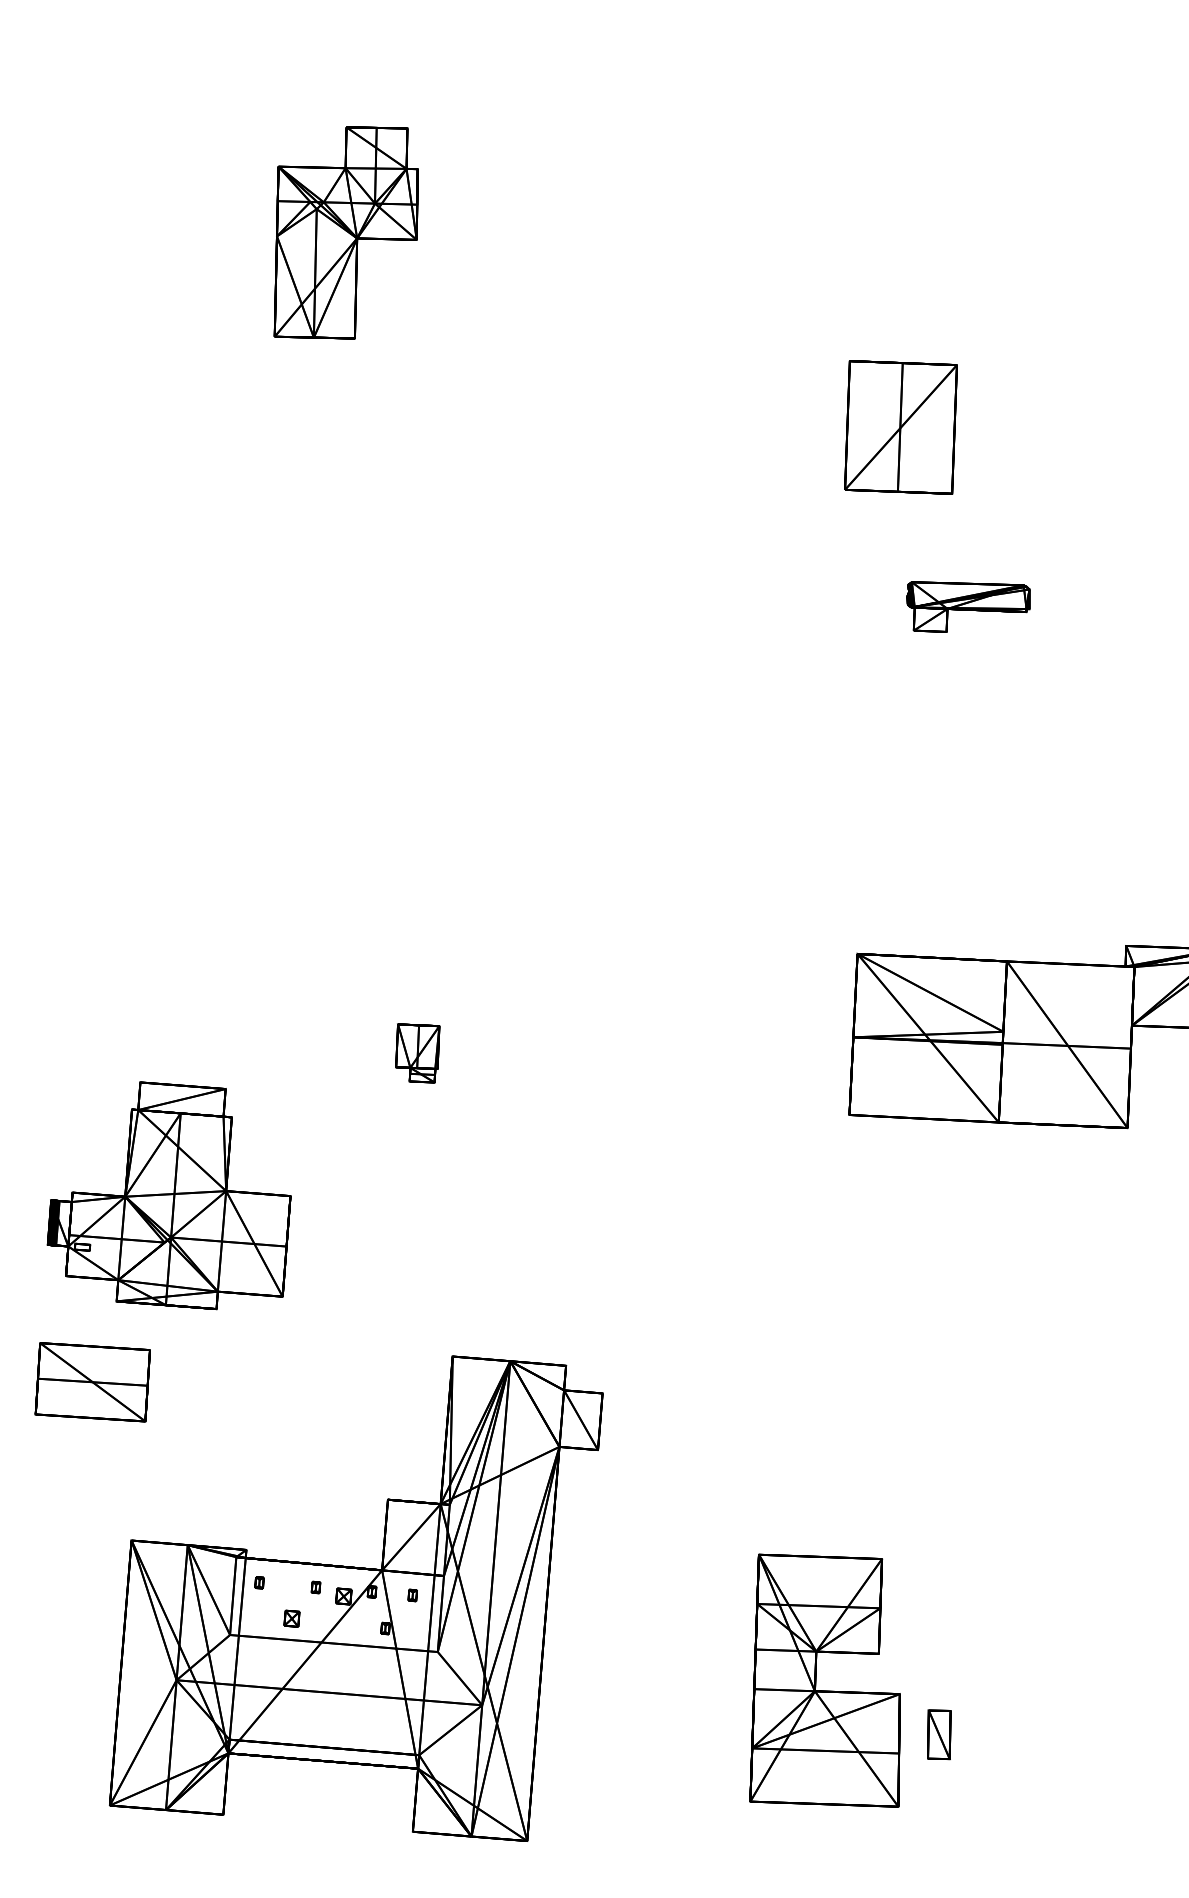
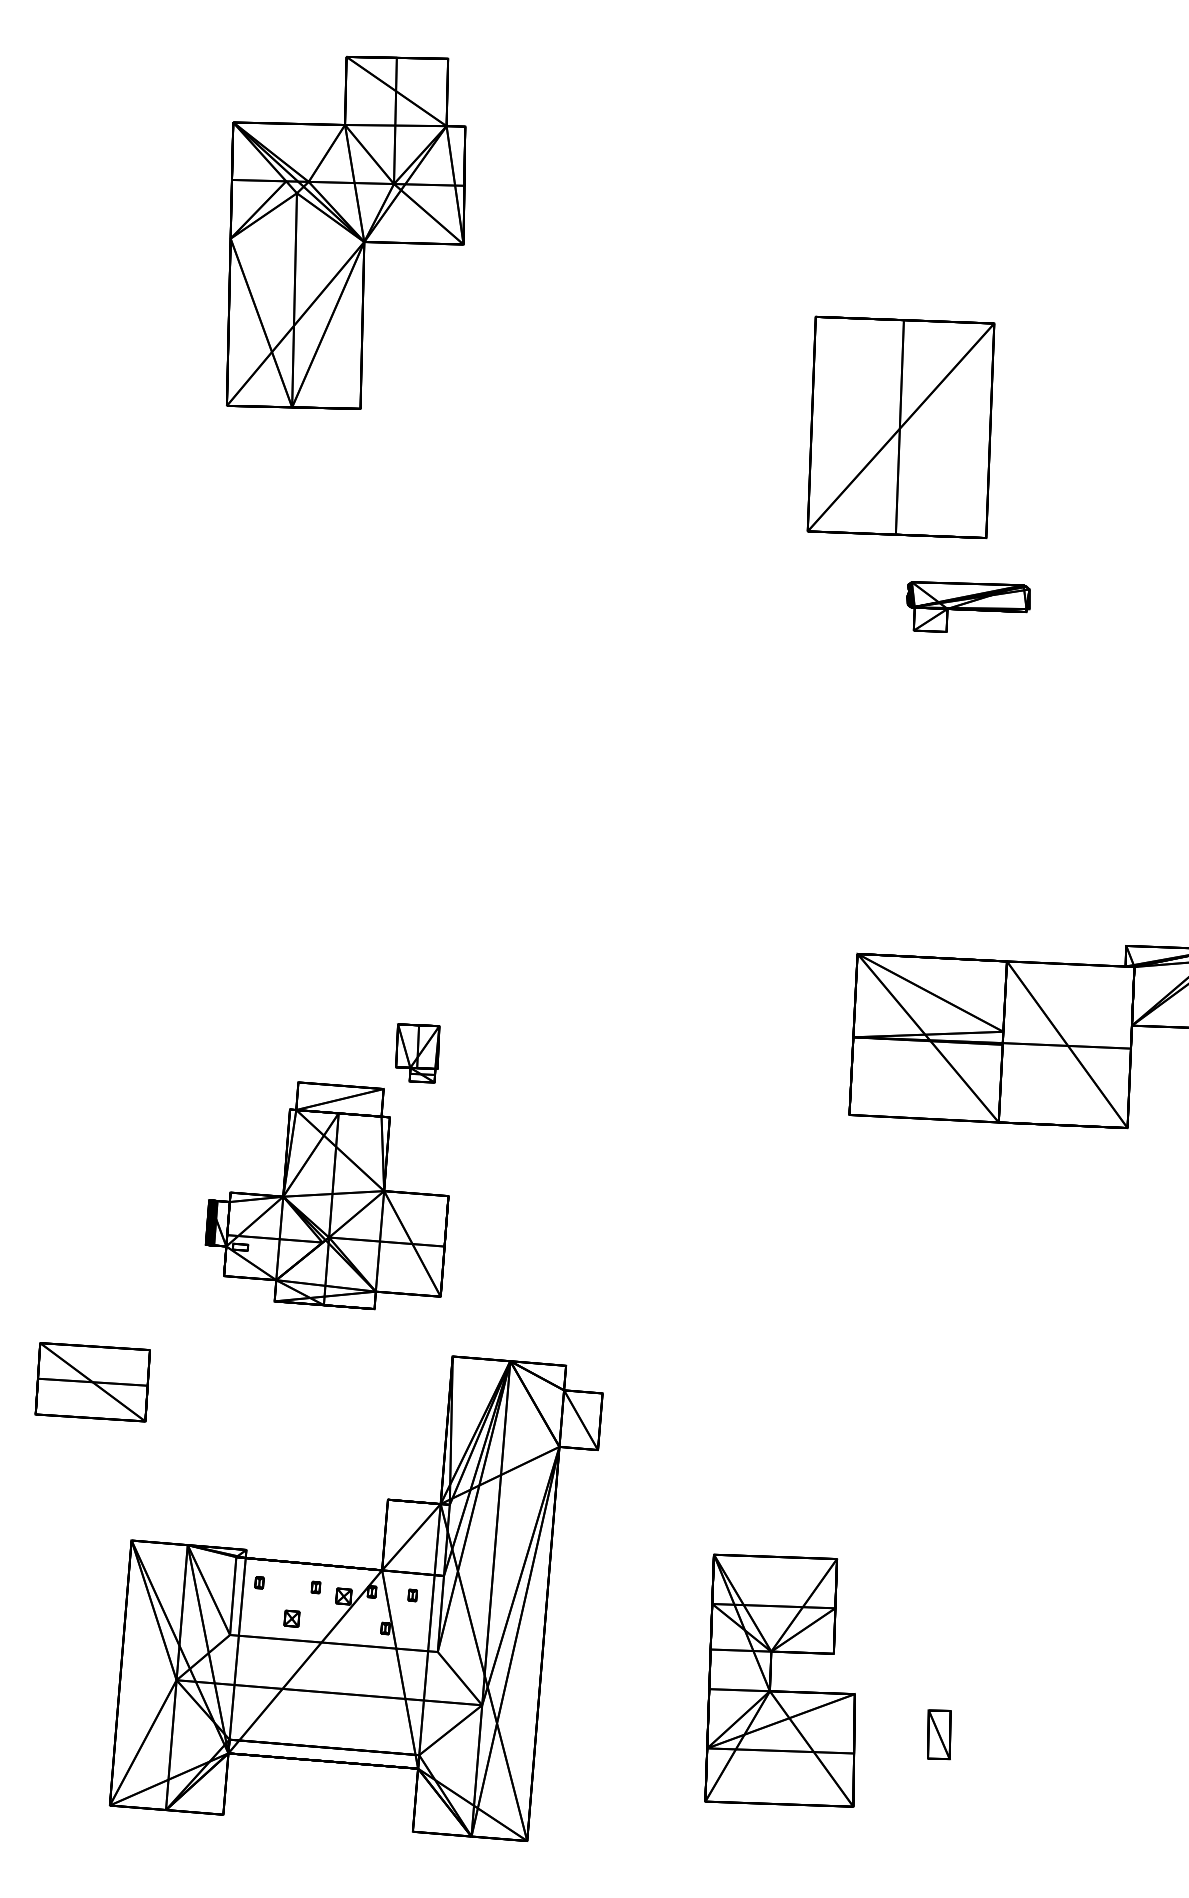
part at (345, 232) size: 146x214 px -> 241x354 px
part at (900, 427) size: 114x135 px -> 190x225 px
part at (168, 1195) position: (168, 1195) -> (326, 1195)
part at (816, 1680) position: (816, 1680) -> (771, 1680)
